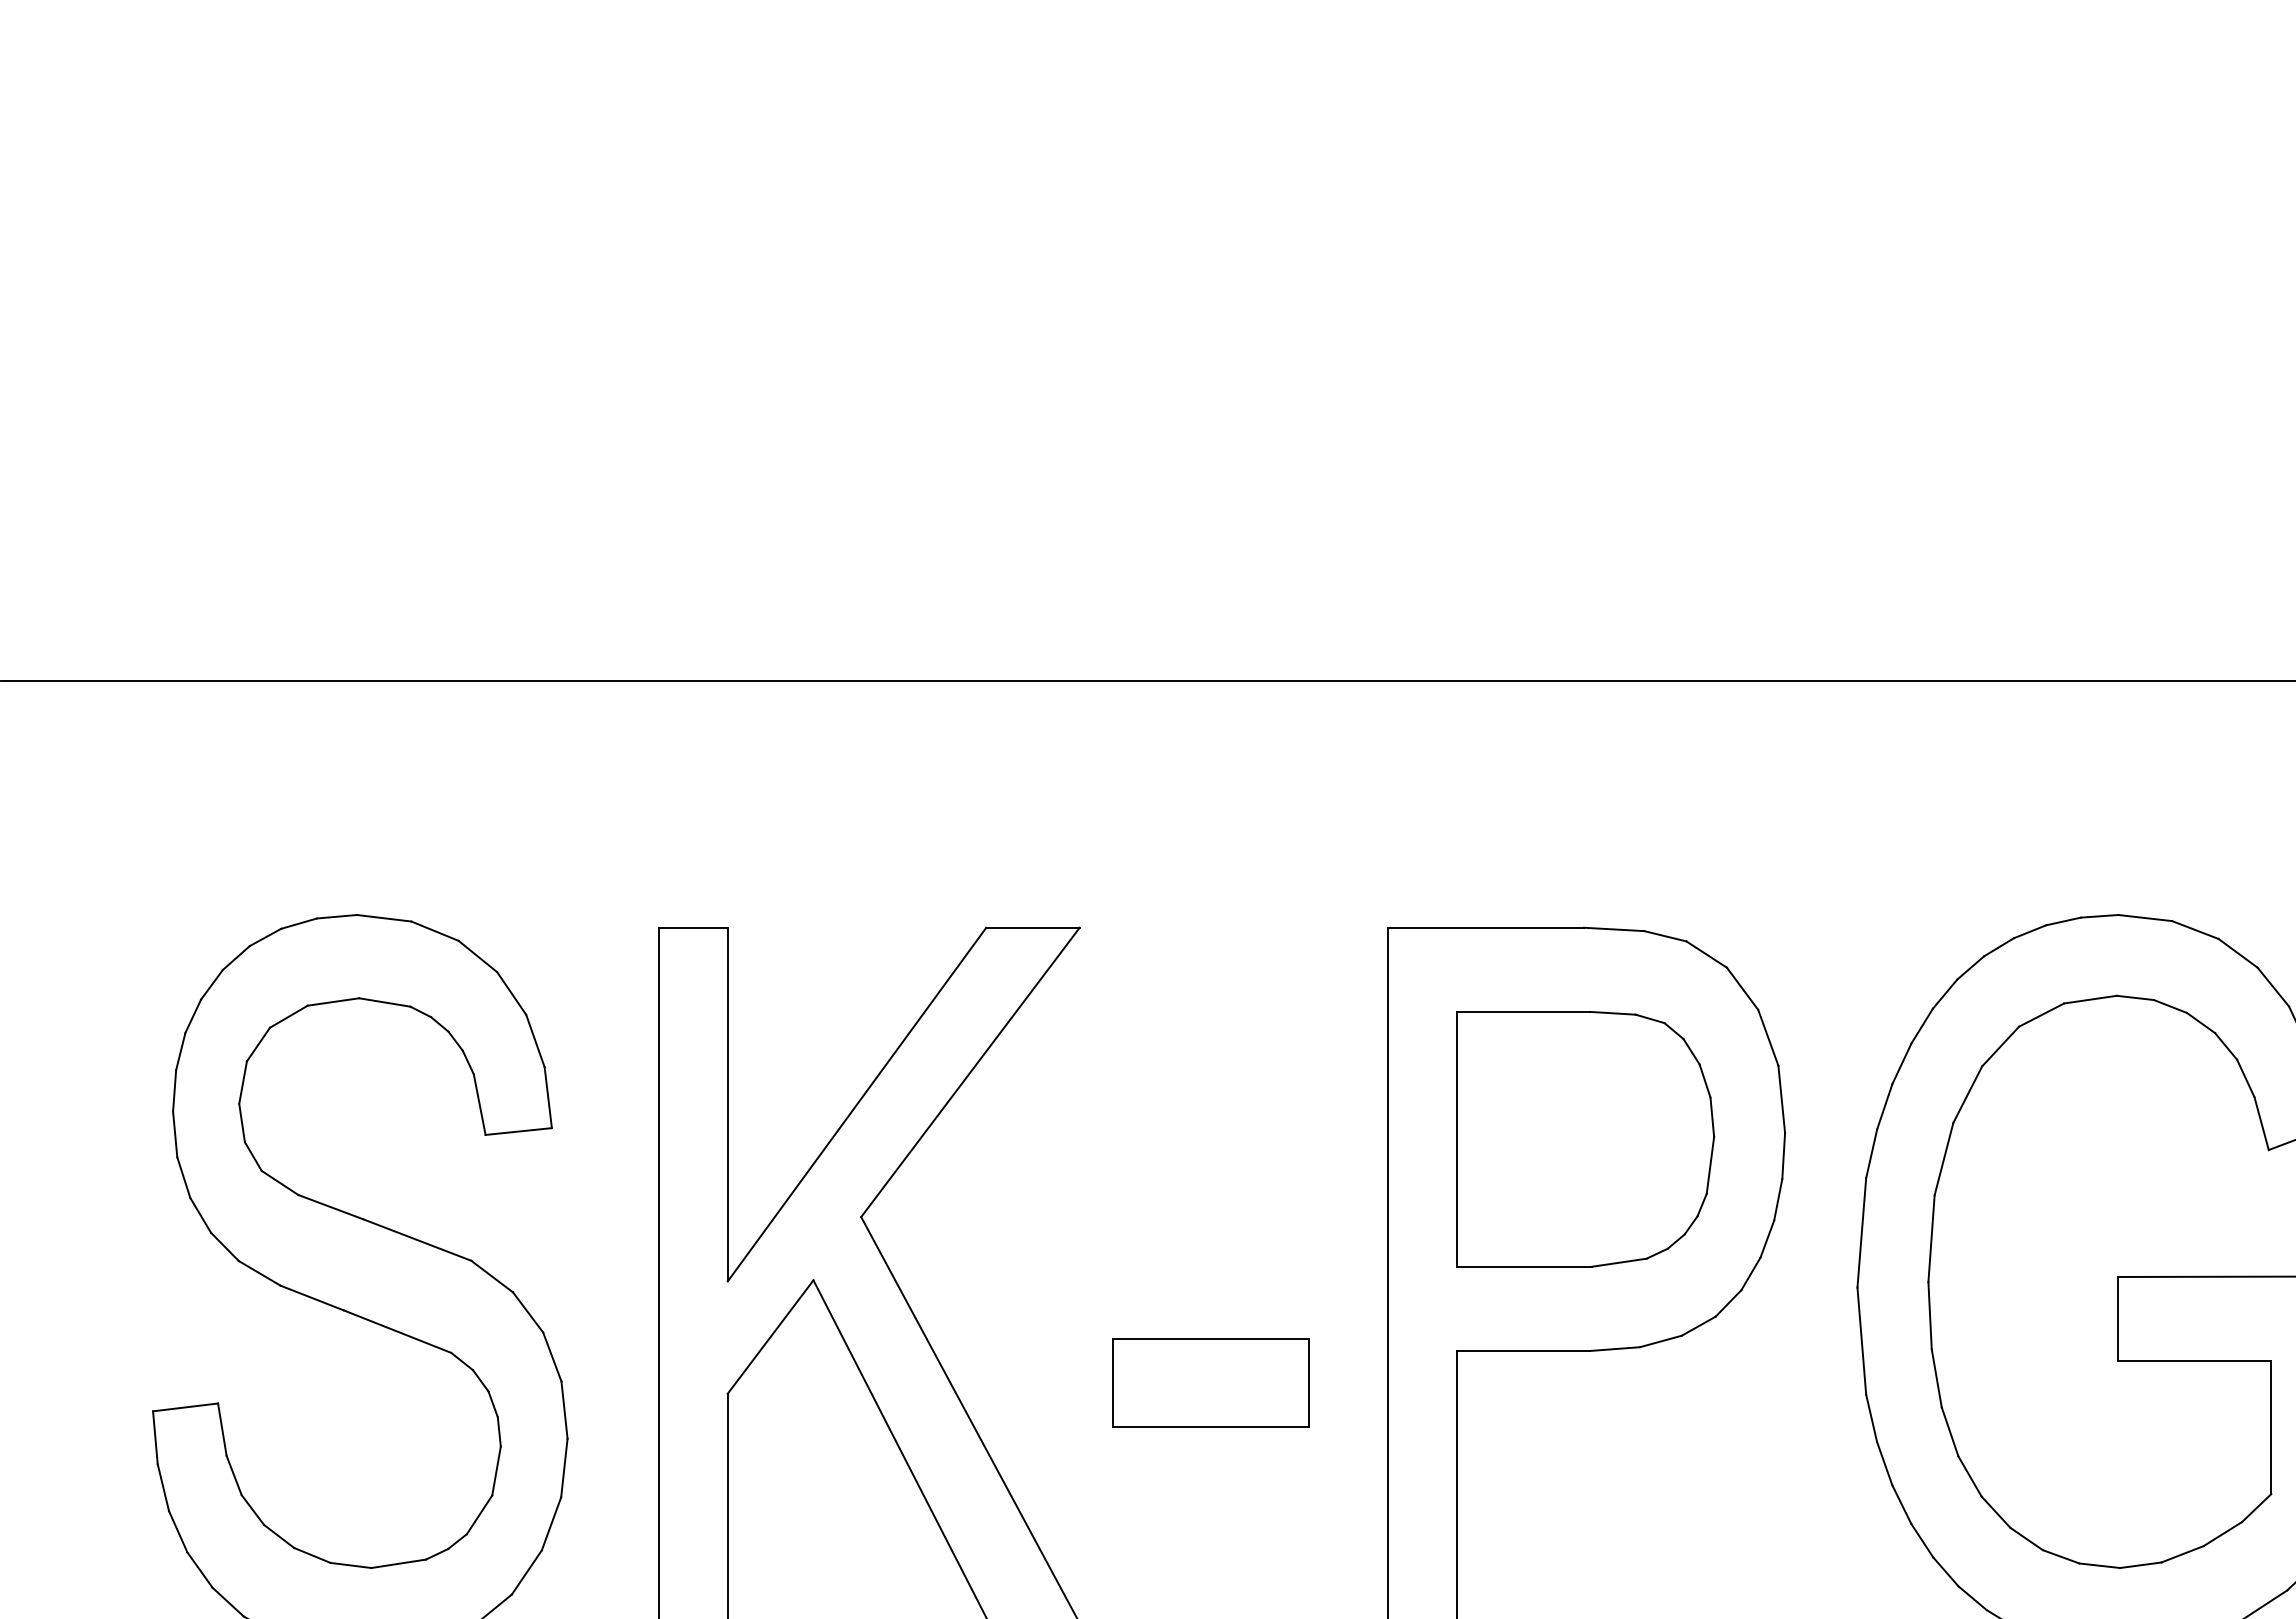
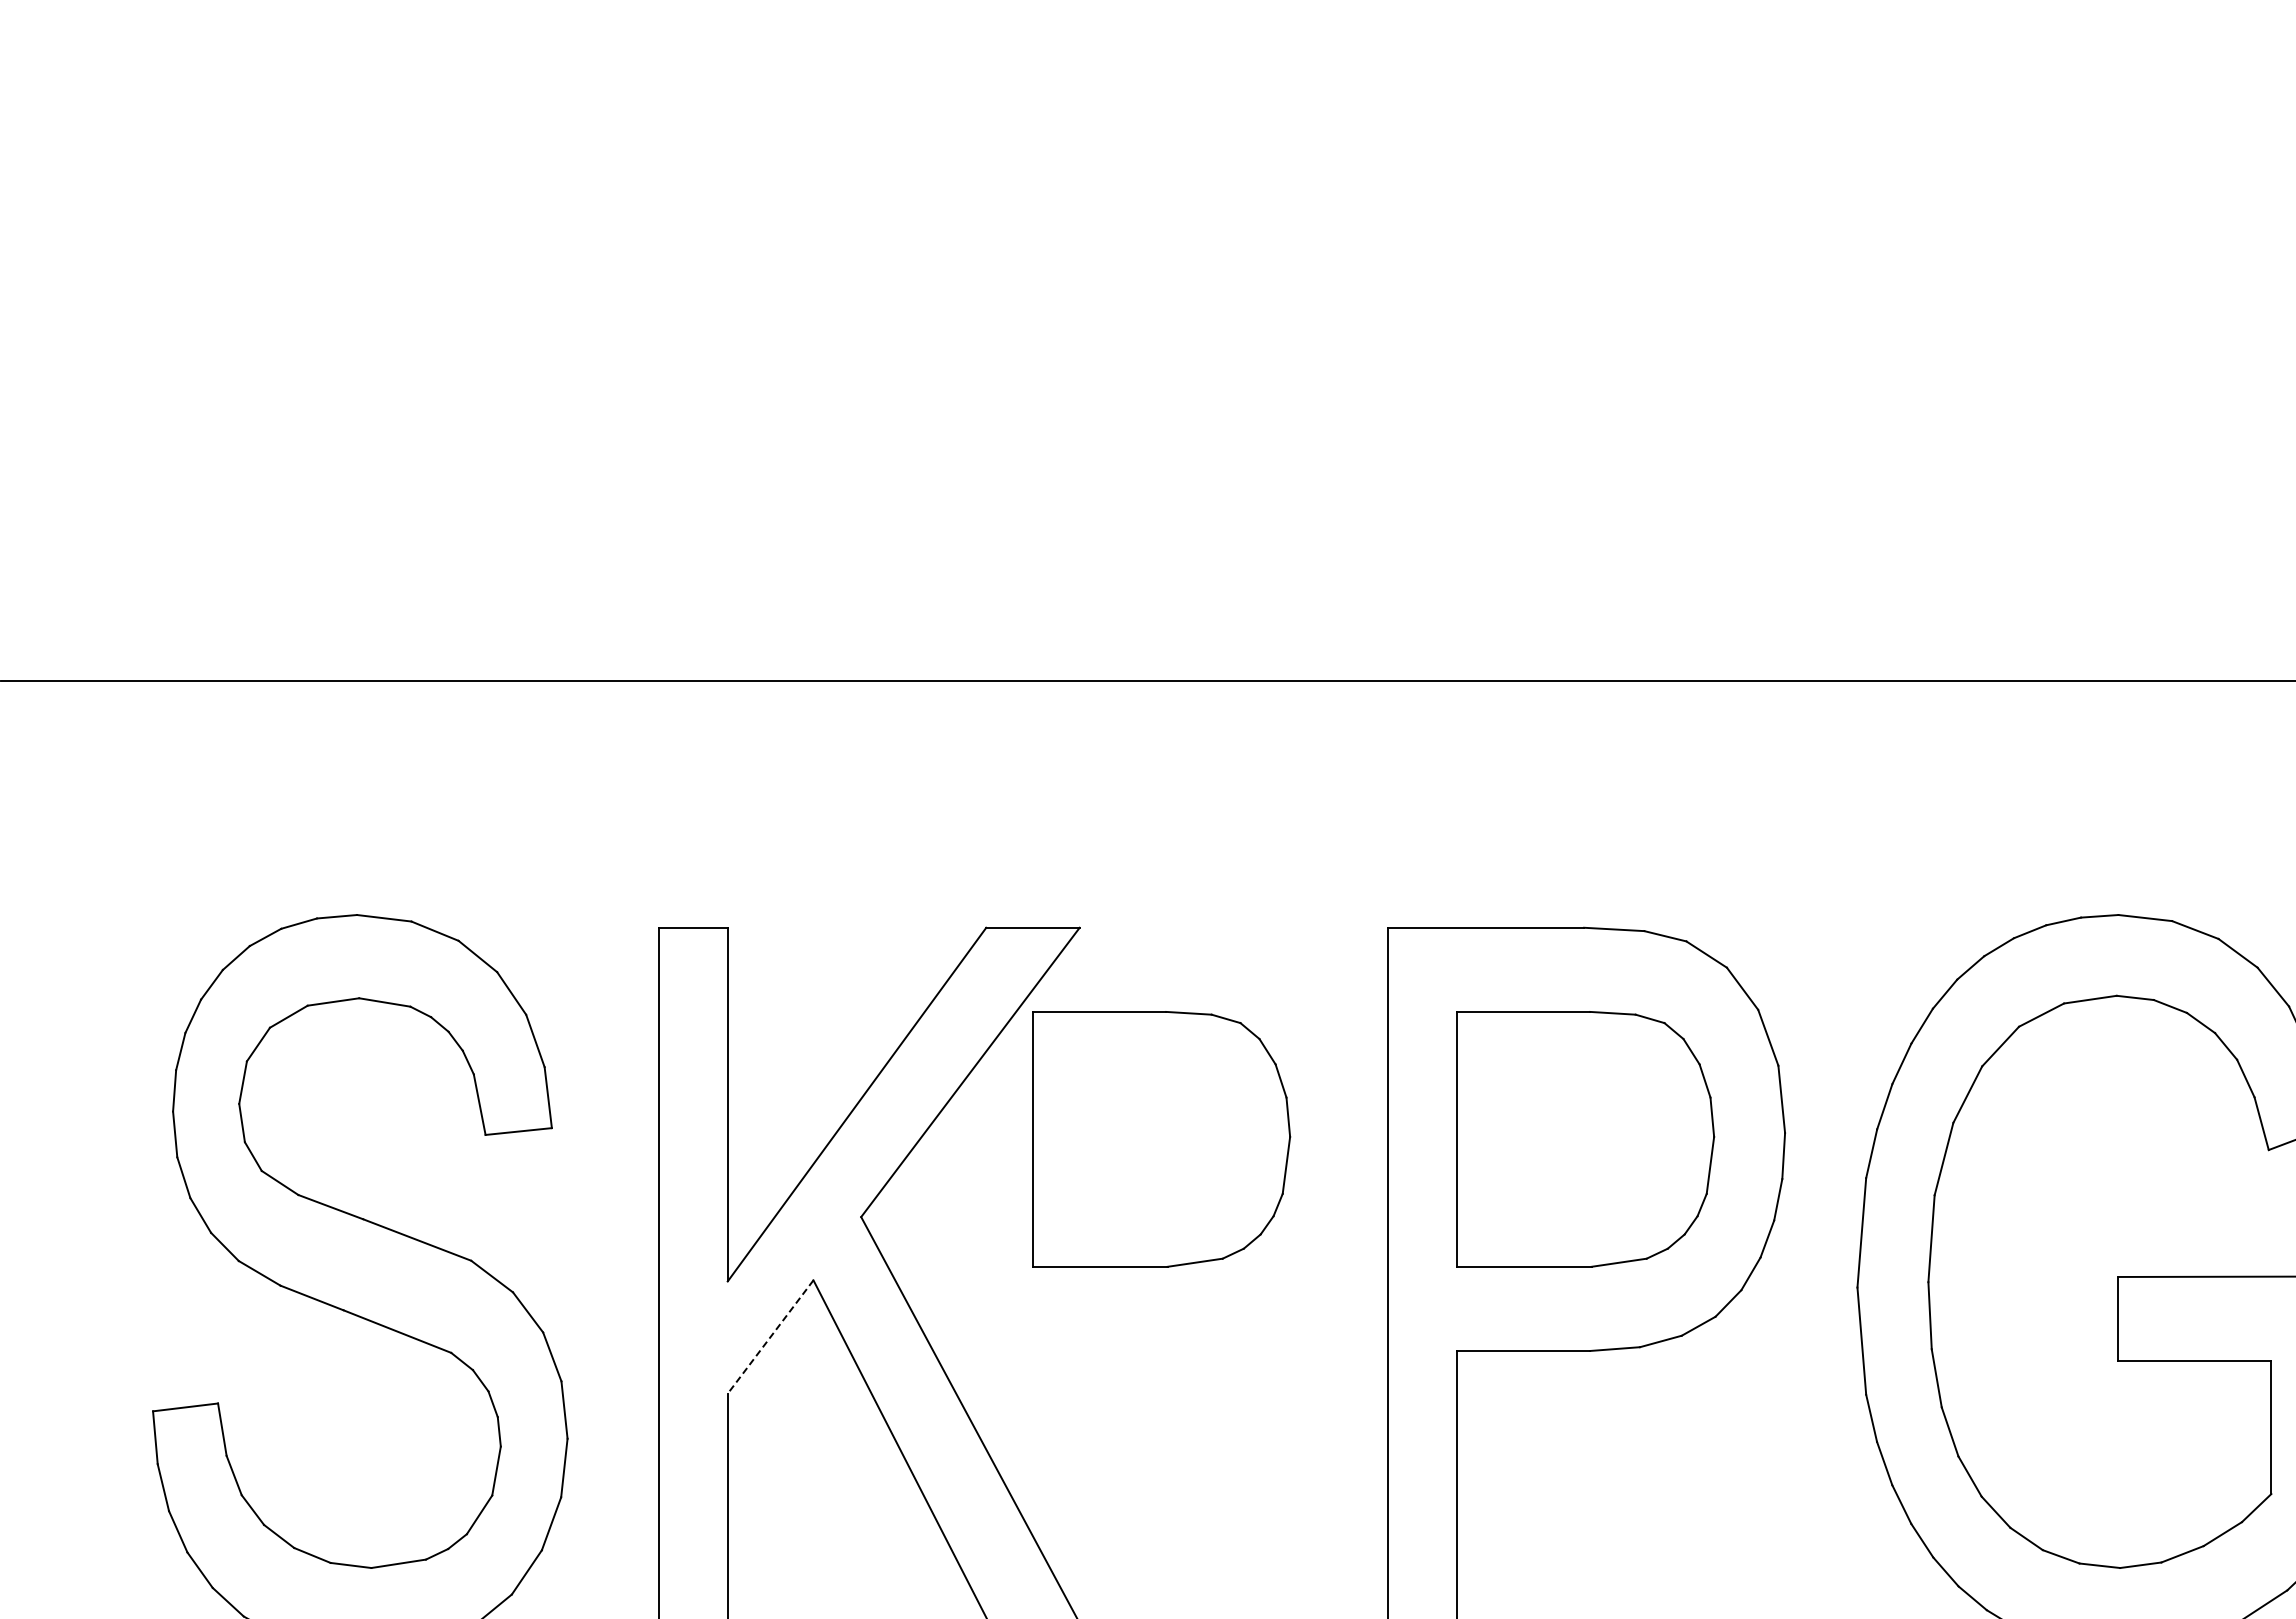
part at (1161, 1139): none -> present
line at (770, 1337): solid -> dashed
part at (1210, 1382): present -> none
